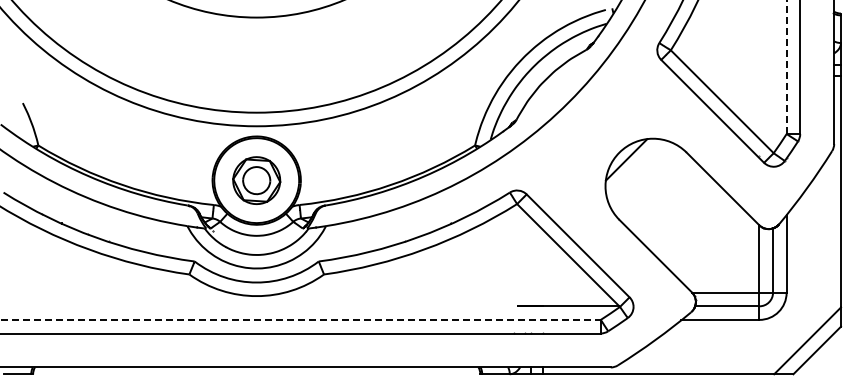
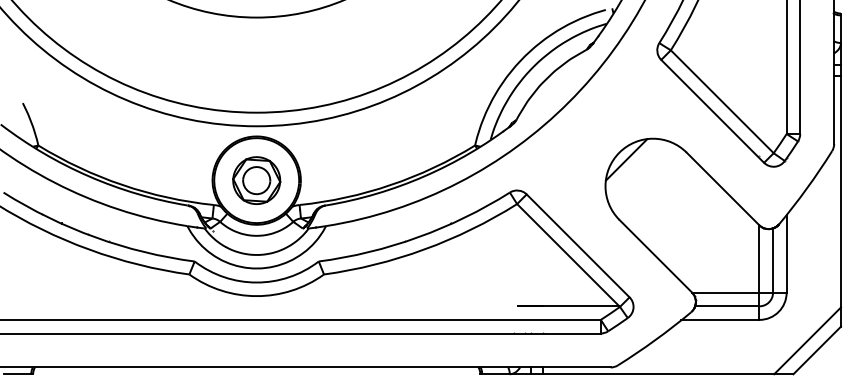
line at (786, 67): dashed -> solid
line at (301, 319): dashed -> solid
